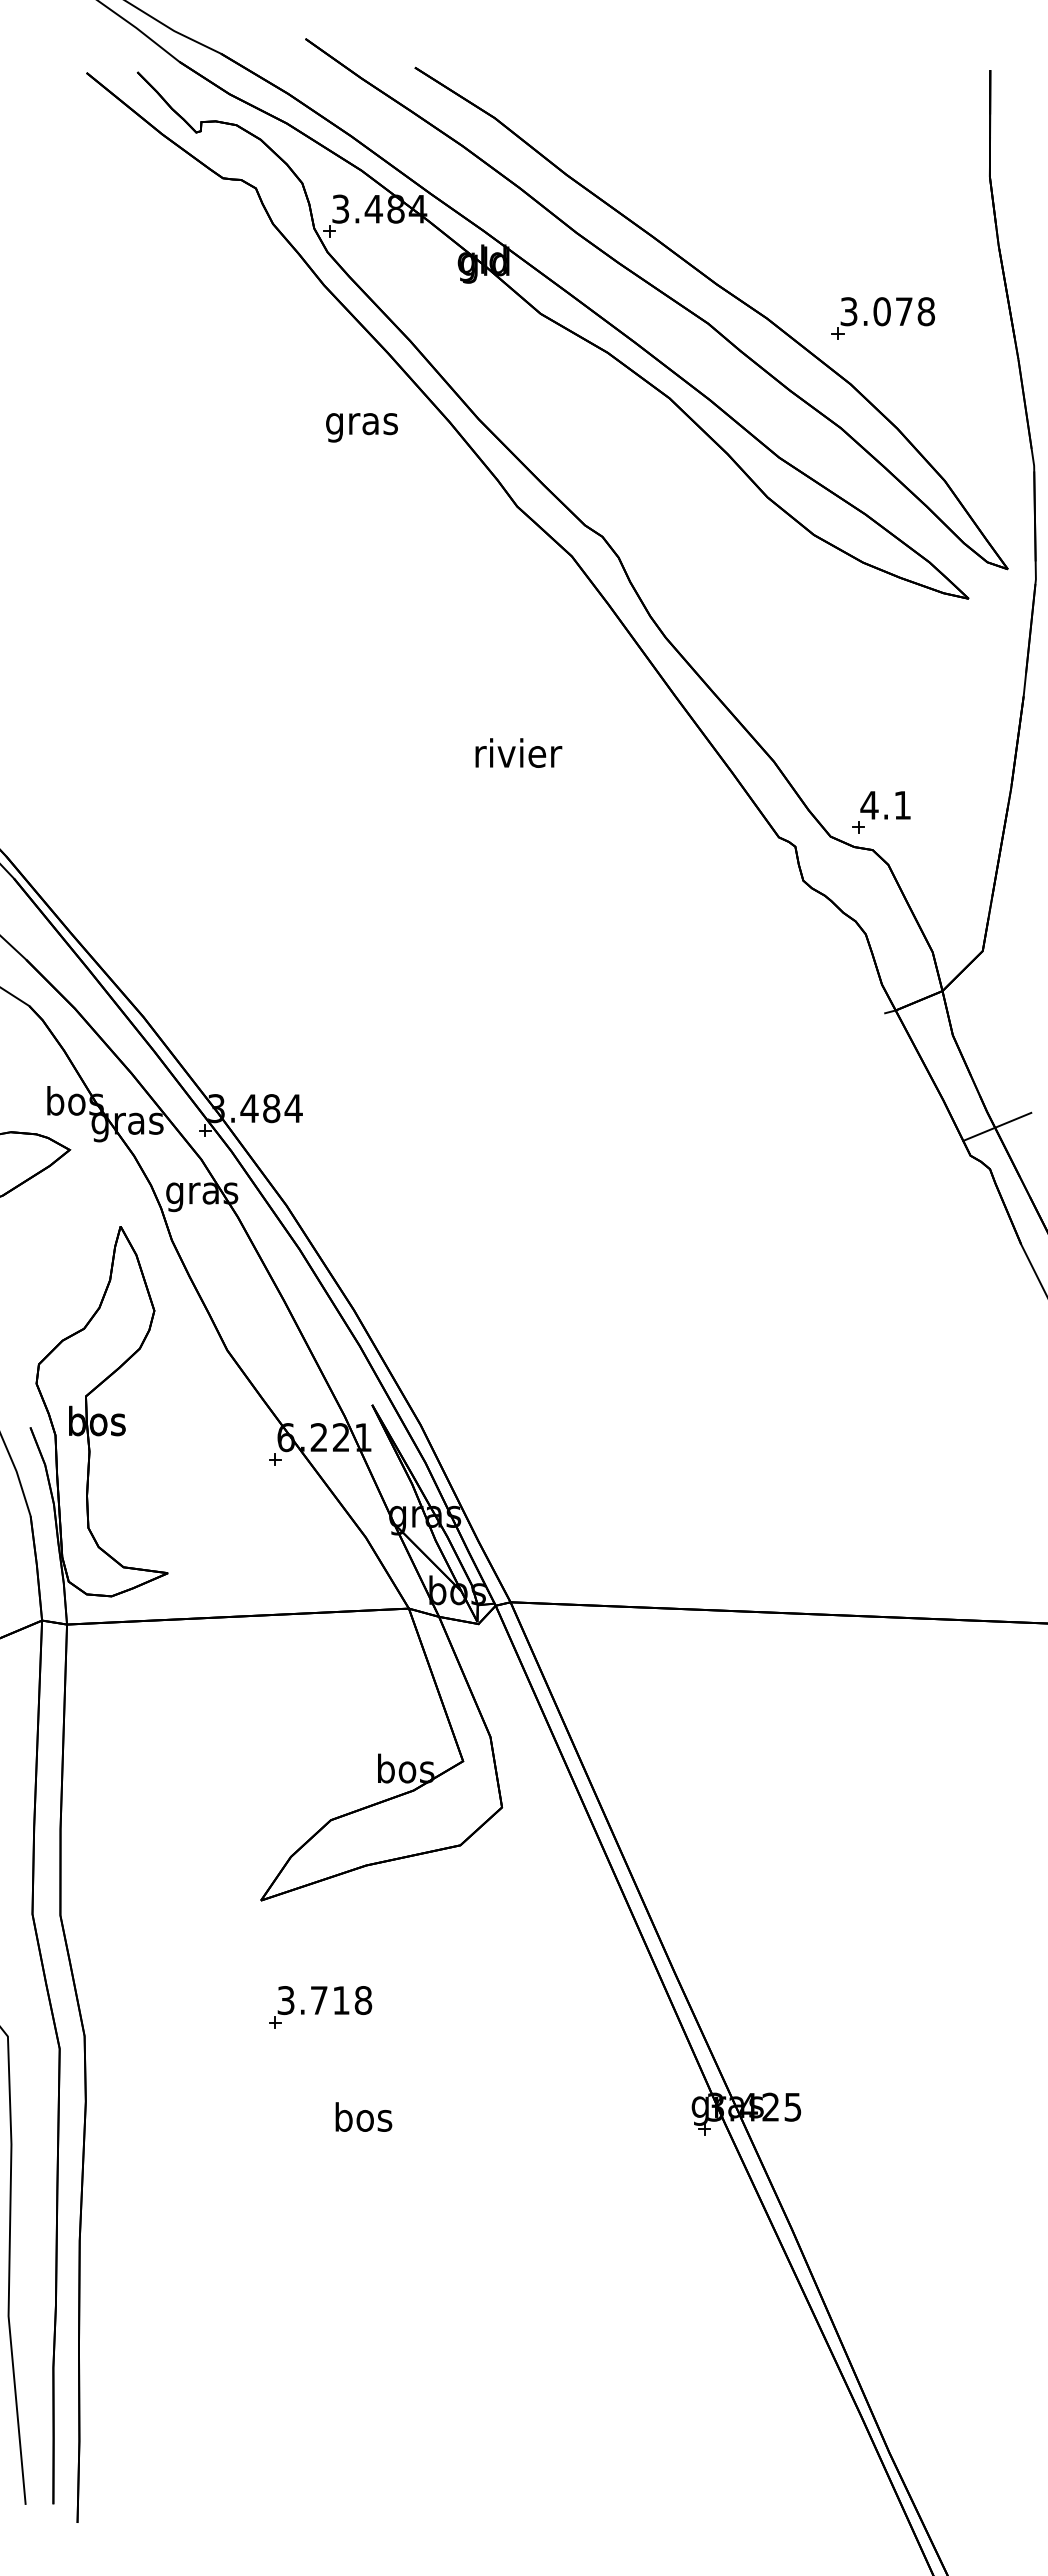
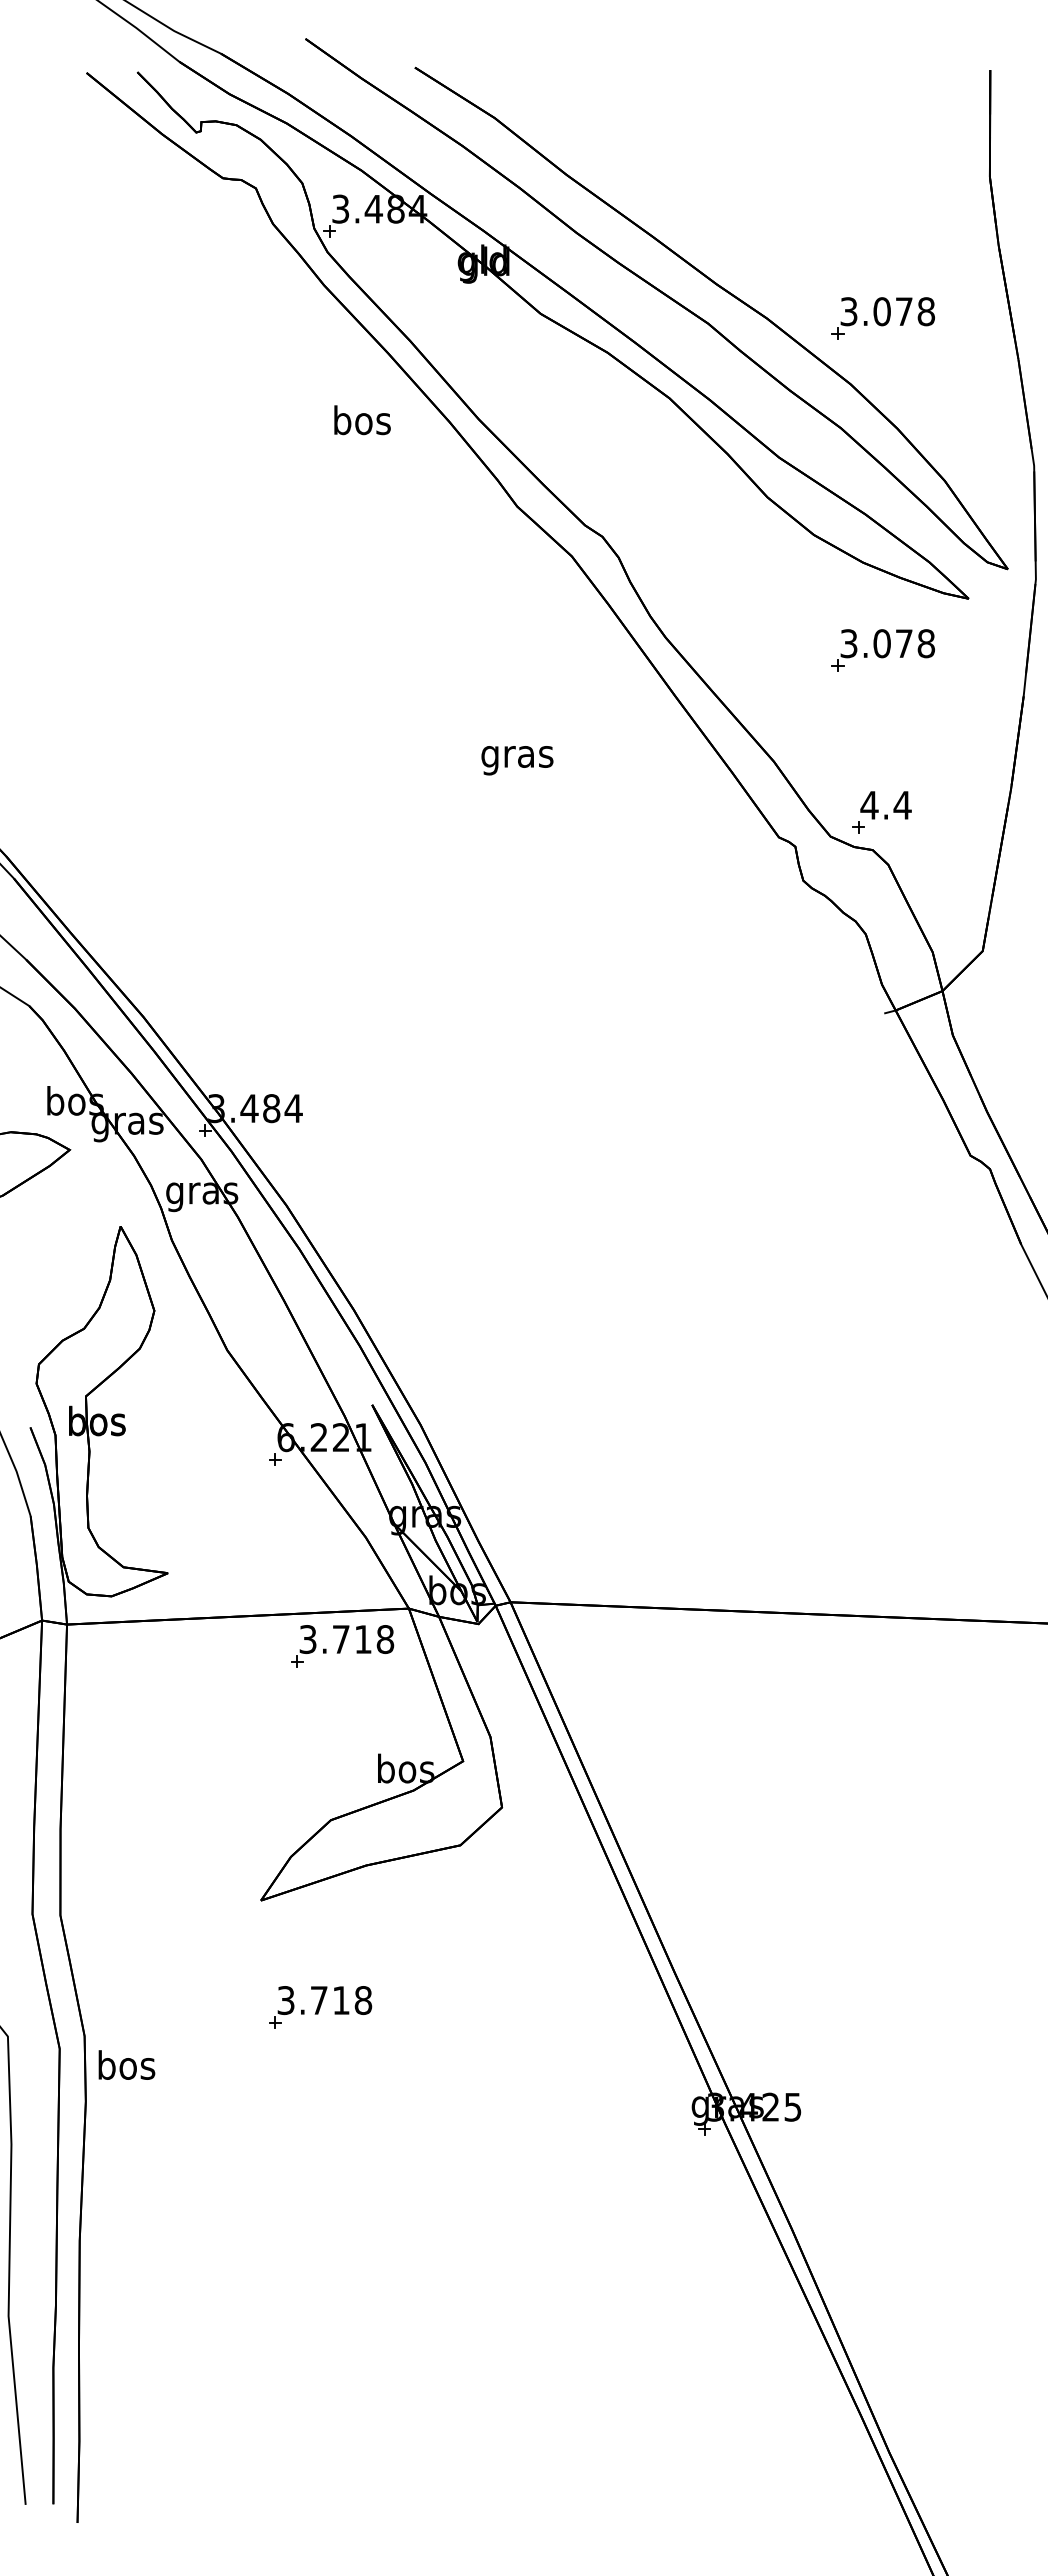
text at (361, 423): gras -> bos
part at (882, 650): none -> present
text at (518, 756): rivier -> gras
text at (902, 805): 4.1 -> 4.4
line at (997, 1126): present -> none
part at (342, 1646): none -> present
text at (363, 2116) position: (363, 2116) -> (126, 2064)
